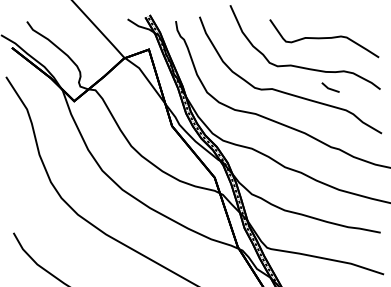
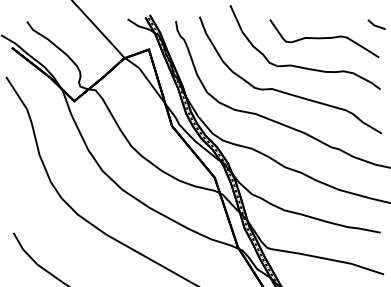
line at (329, 87) position: (329, 87) -> (375, 24)
